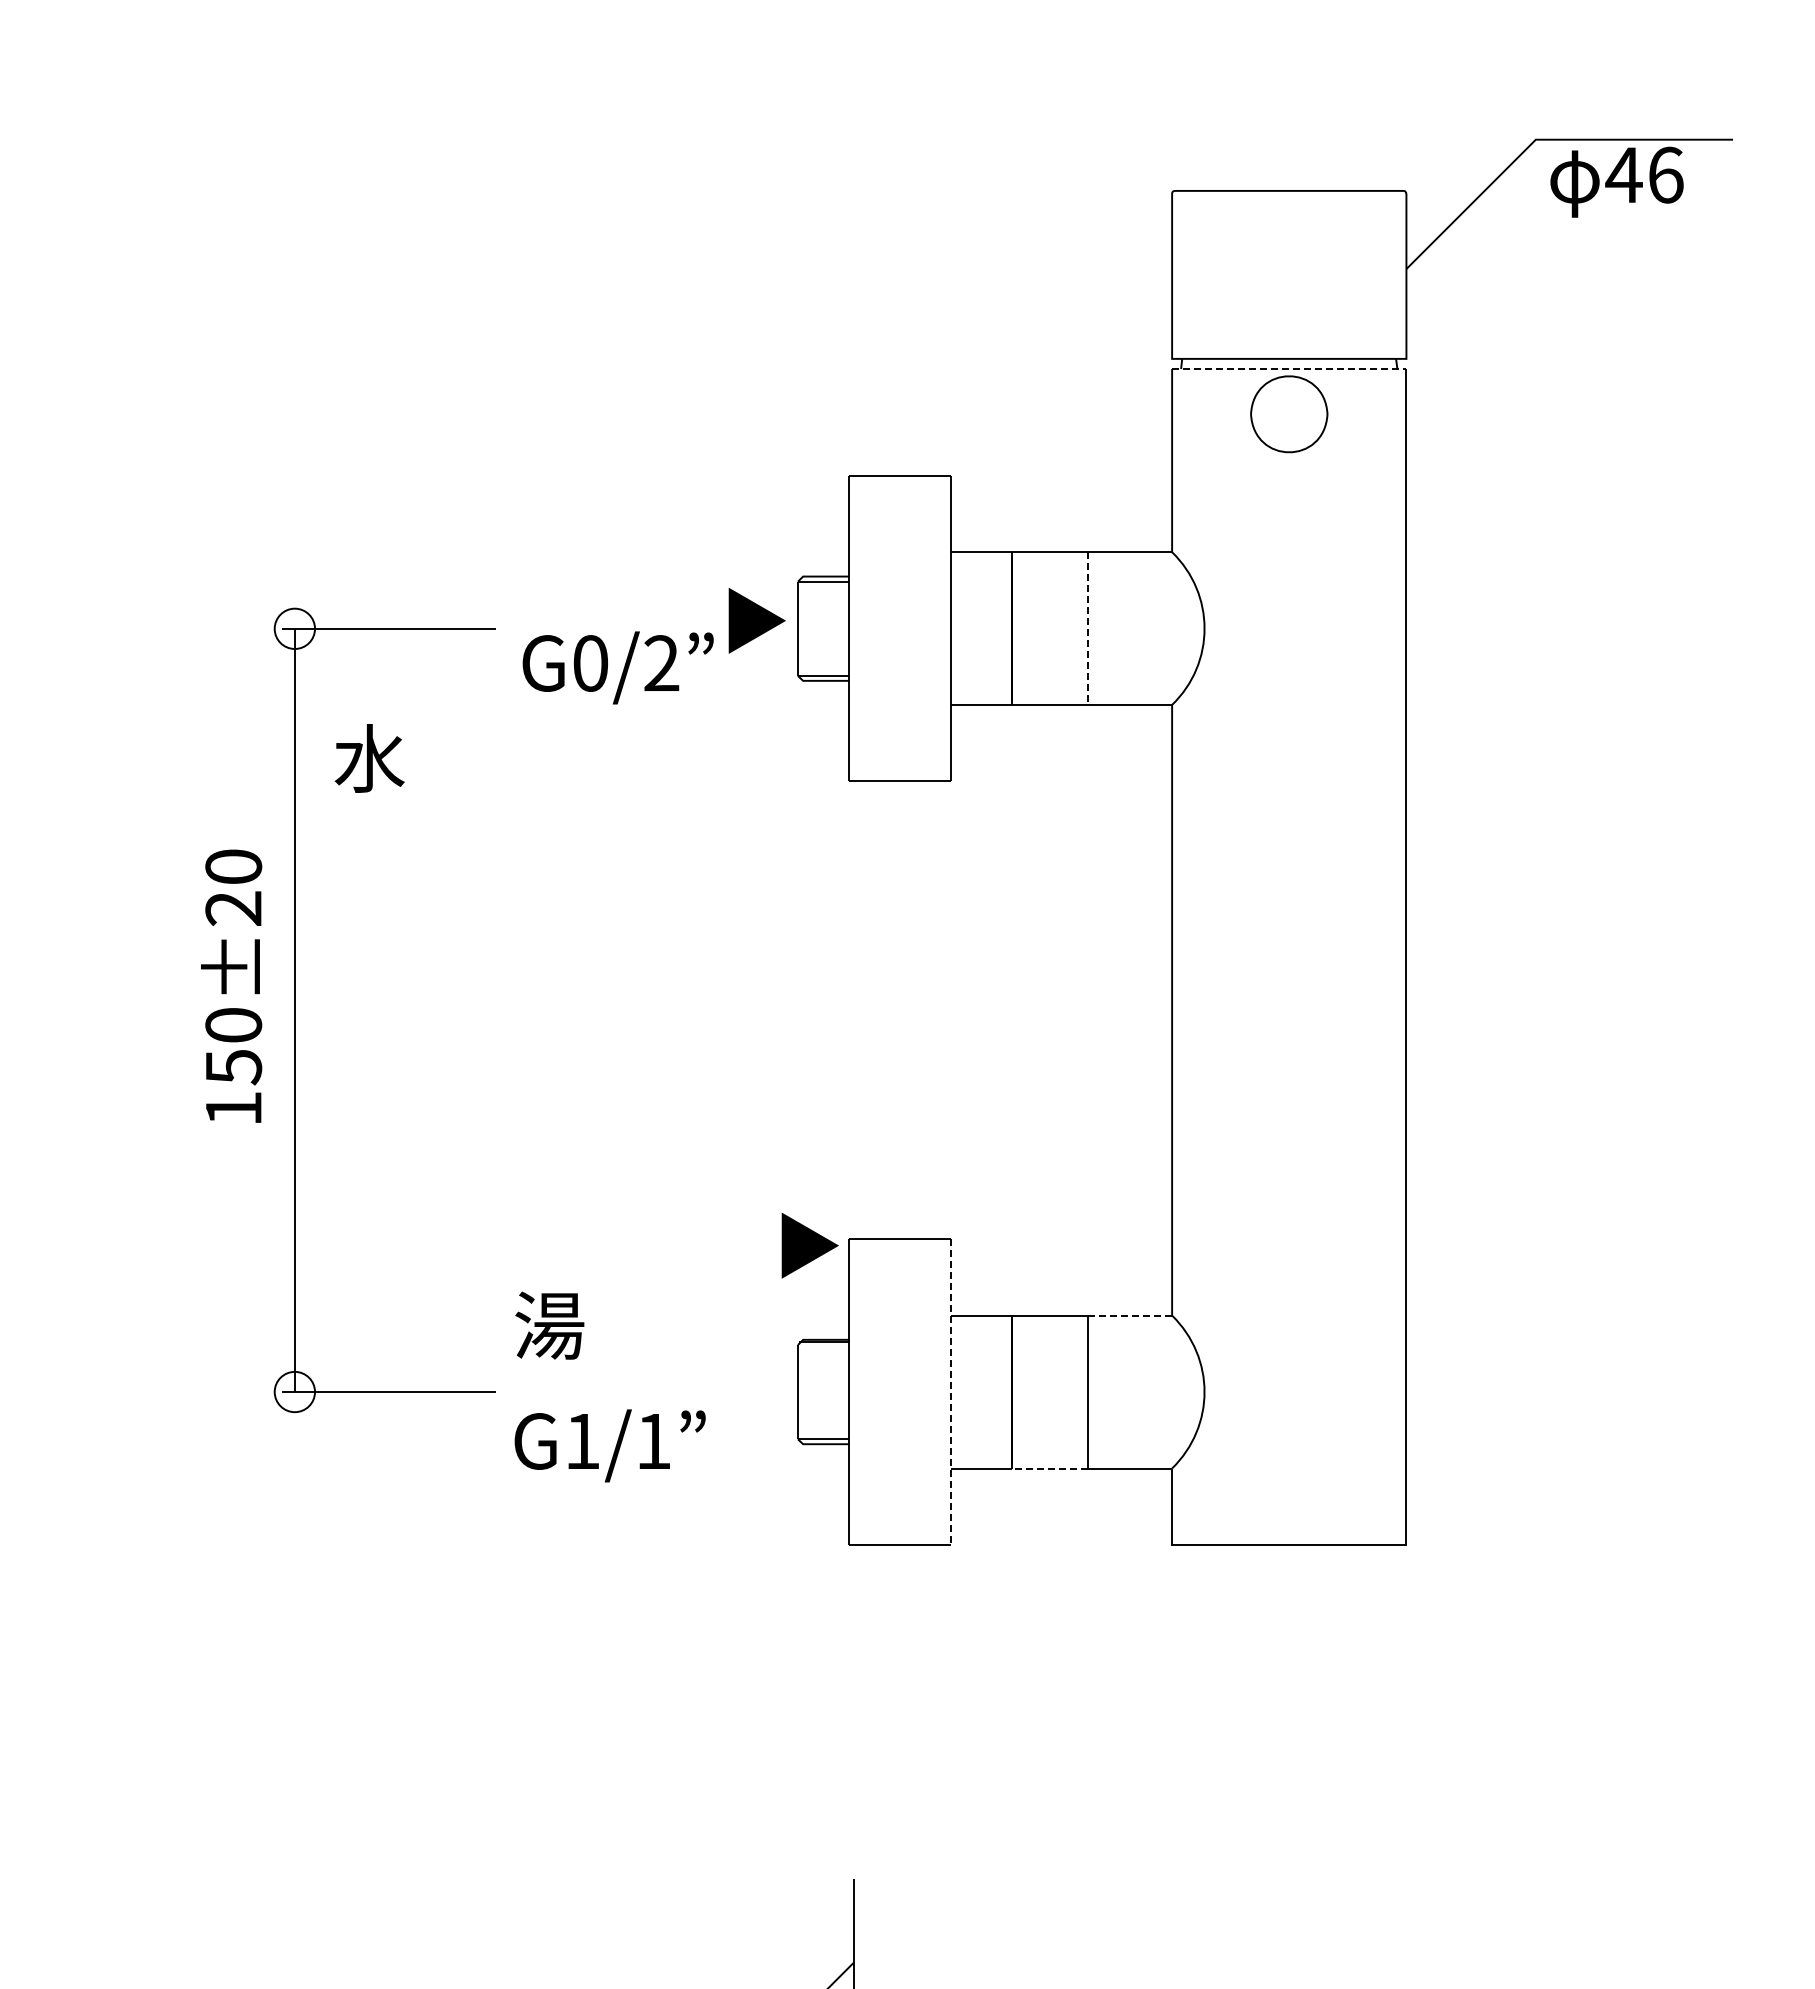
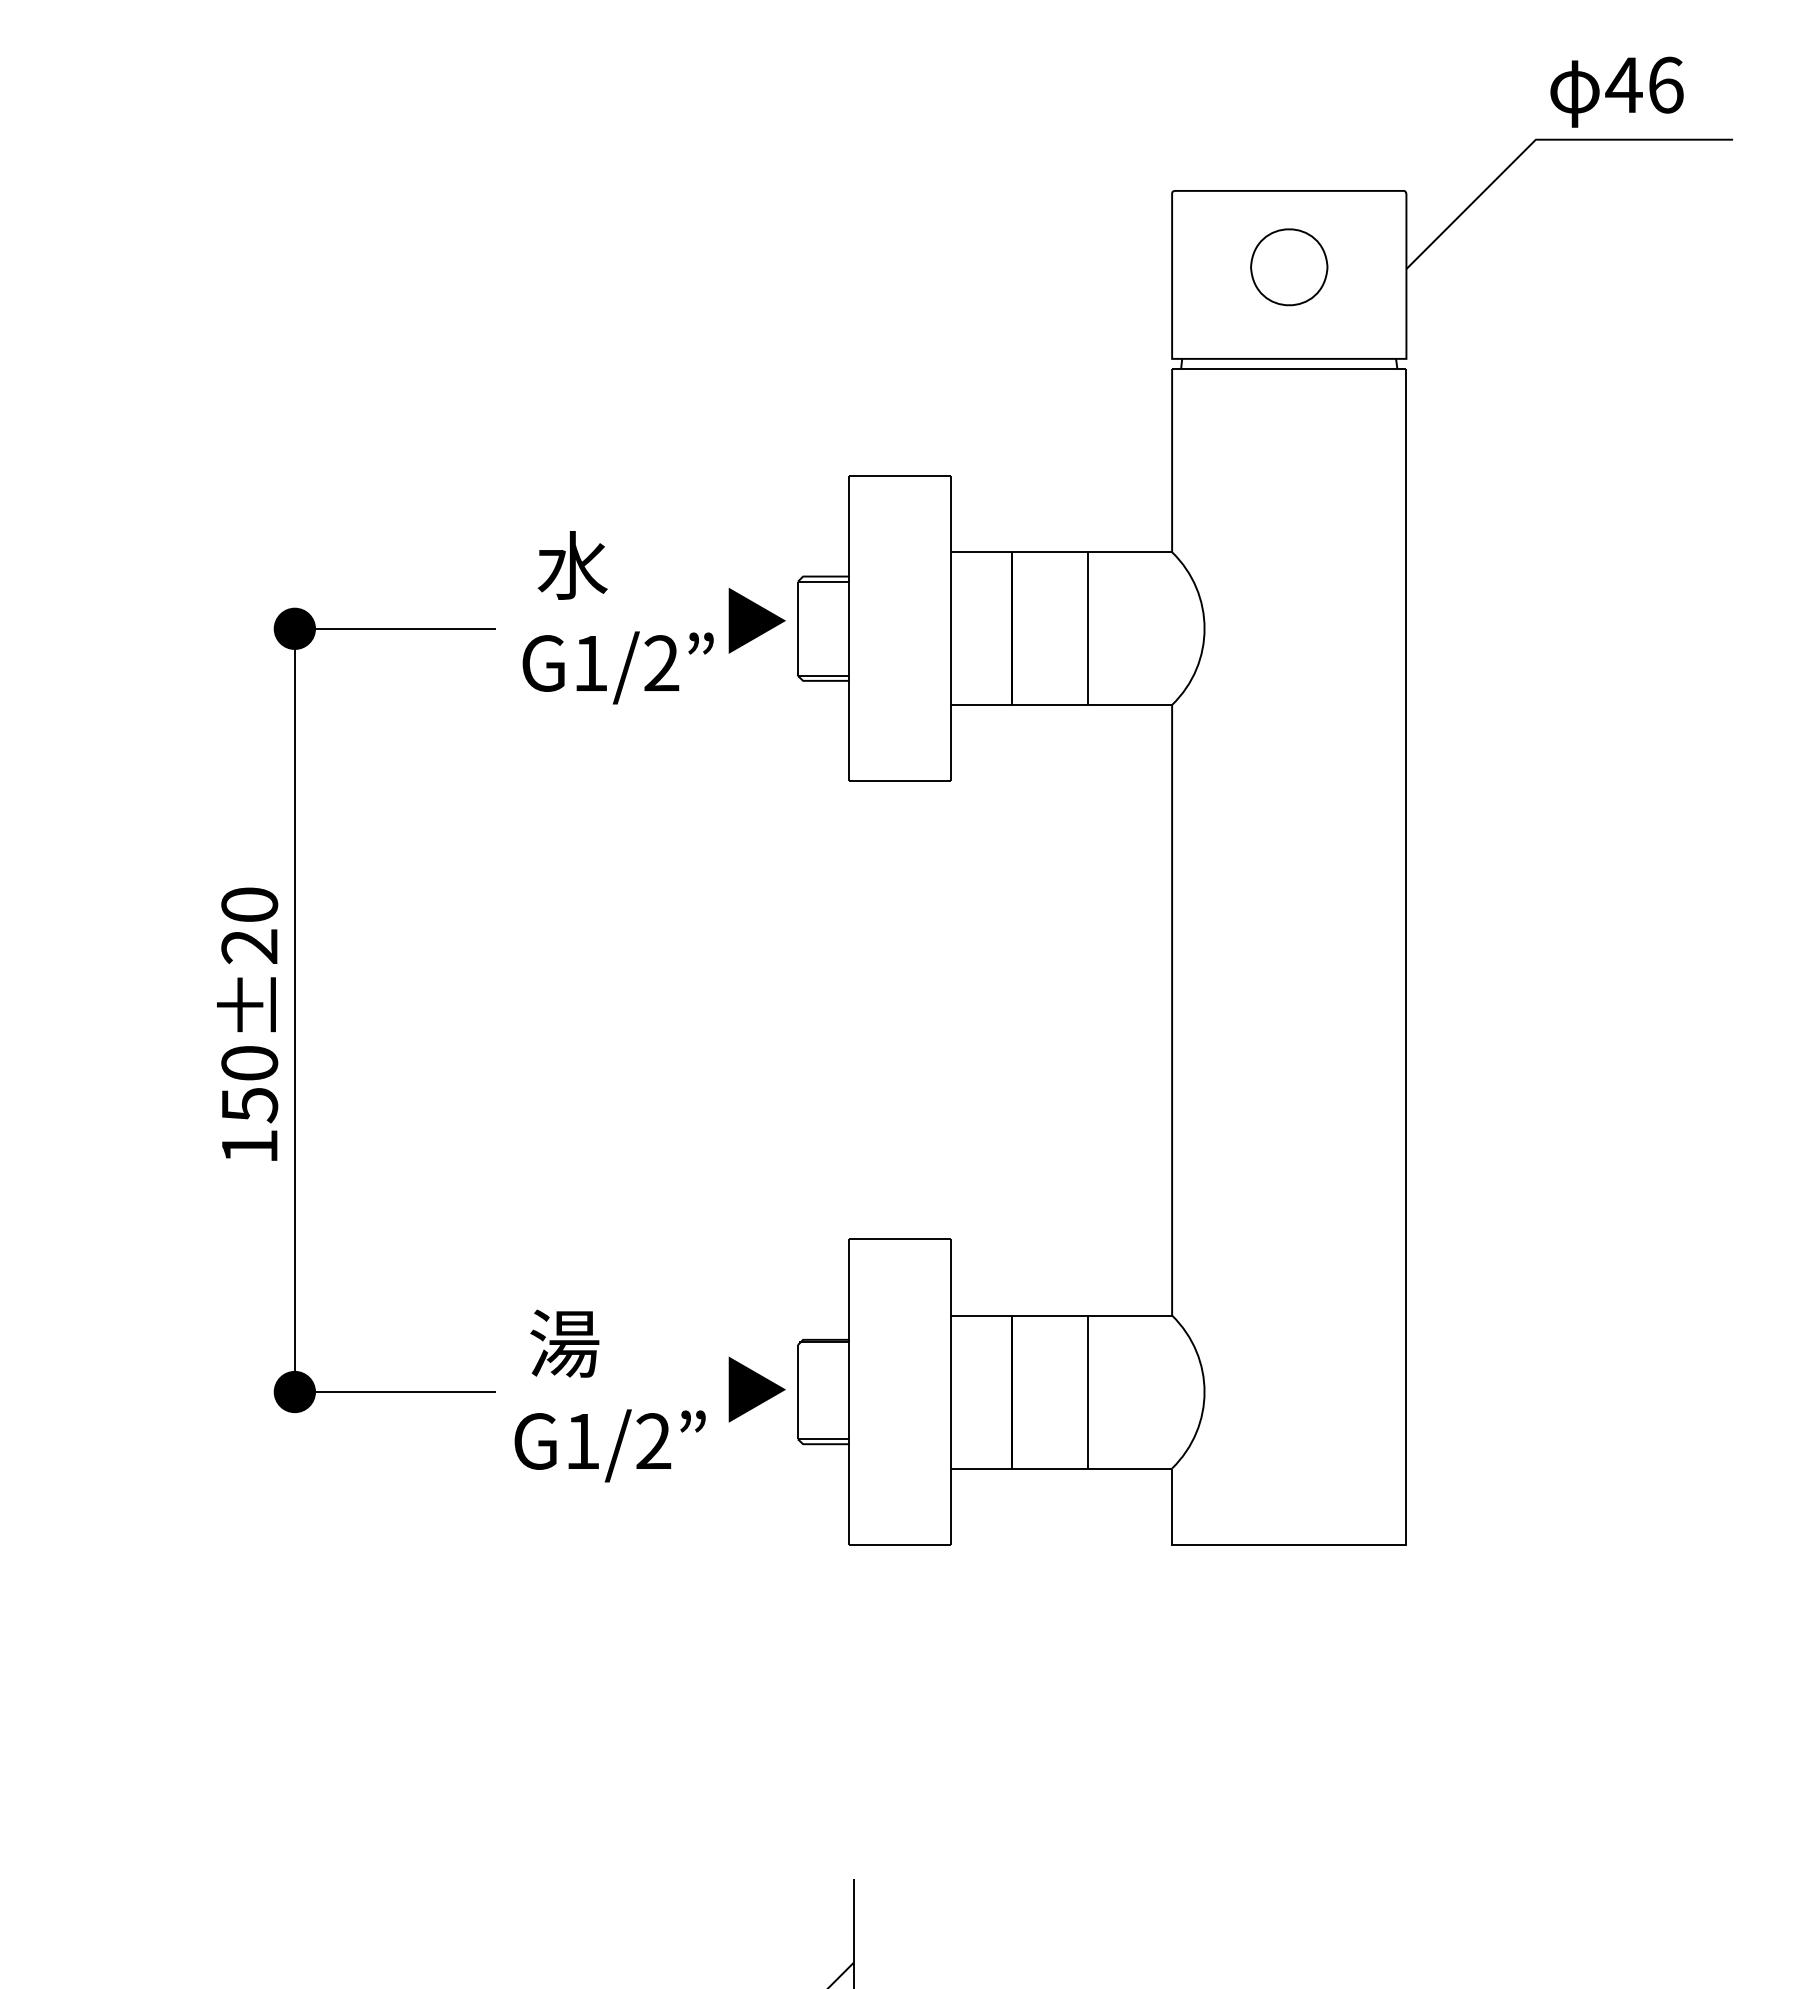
text at (1616, 181) position: (1616, 181) -> (1616, 91)
line at (1289, 368): dashed -> solid
part at (1289, 414) position: (1289, 414) -> (1289, 267)
fill at (294, 628): none -> present
line at (1088, 629): dashed -> solid
text at (590, 663): G0/2 -> G1/2
text at (369, 758) position: (369, 758) -> (572, 565)
text at (231, 985) position: (231, 985) -> (247, 1023)
text at (809, 1245) position: (809, 1245) -> (756, 1389)
line at (1130, 1315): dashed -> solid
text at (549, 1325) position: (549, 1325) -> (564, 1343)
fill at (294, 1391): none -> present
line at (950, 1392): dashed -> solid
text at (653, 1440): G1/1 -> G1/2
line at (1049, 1468): dashed -> solid
